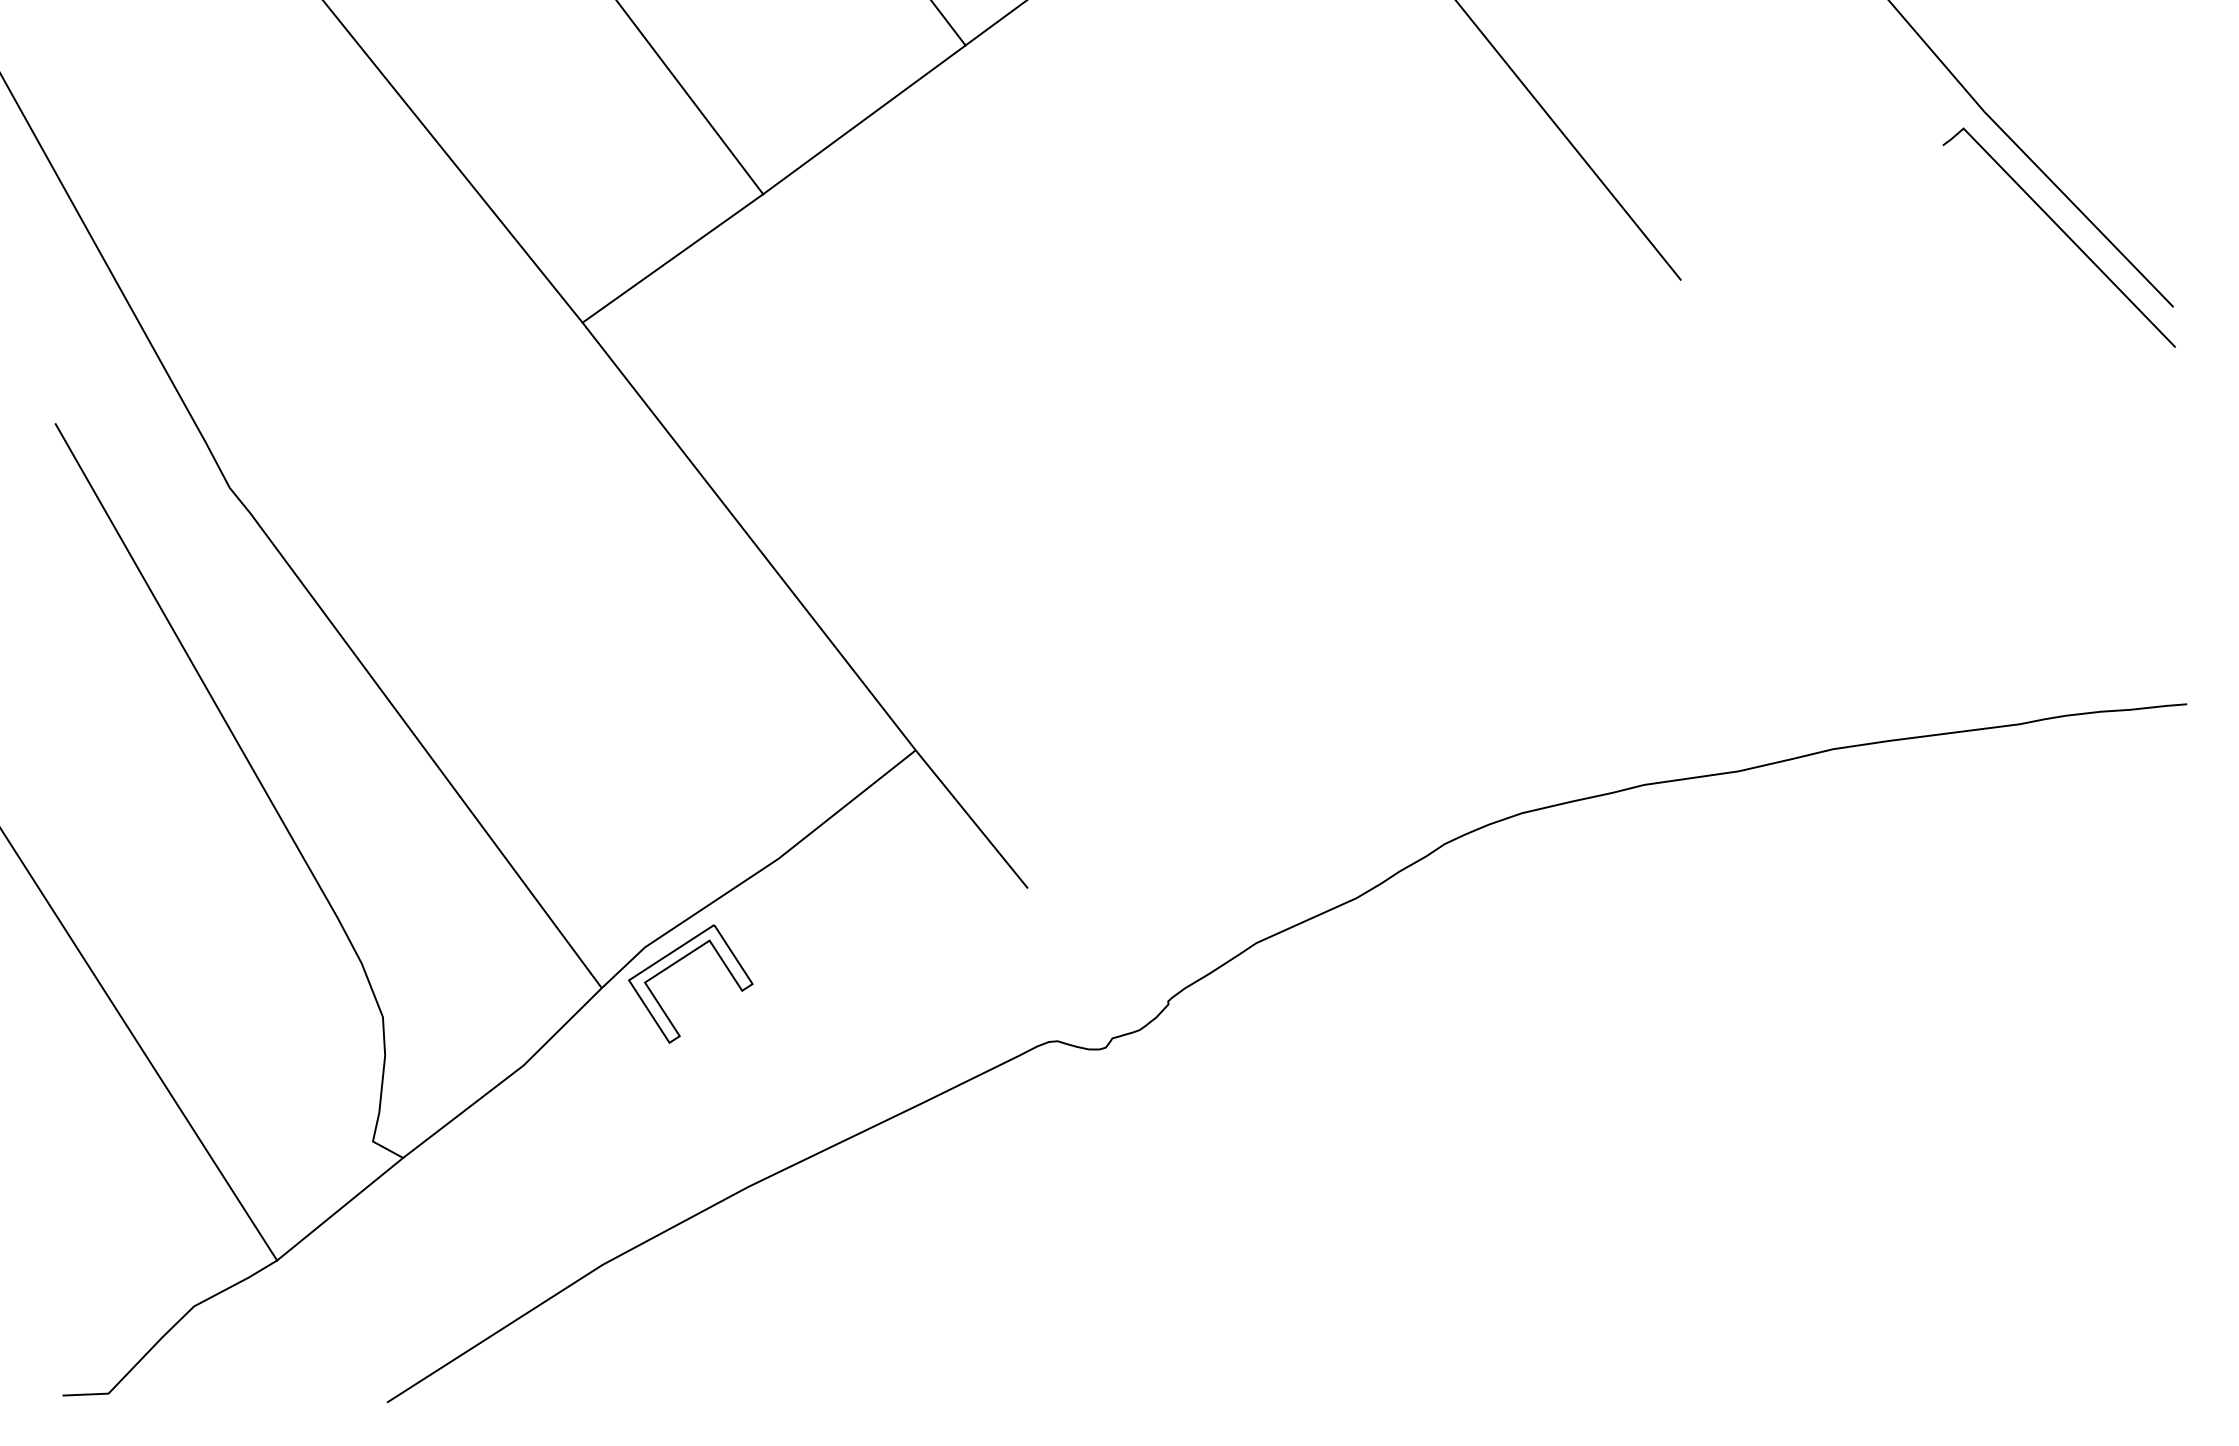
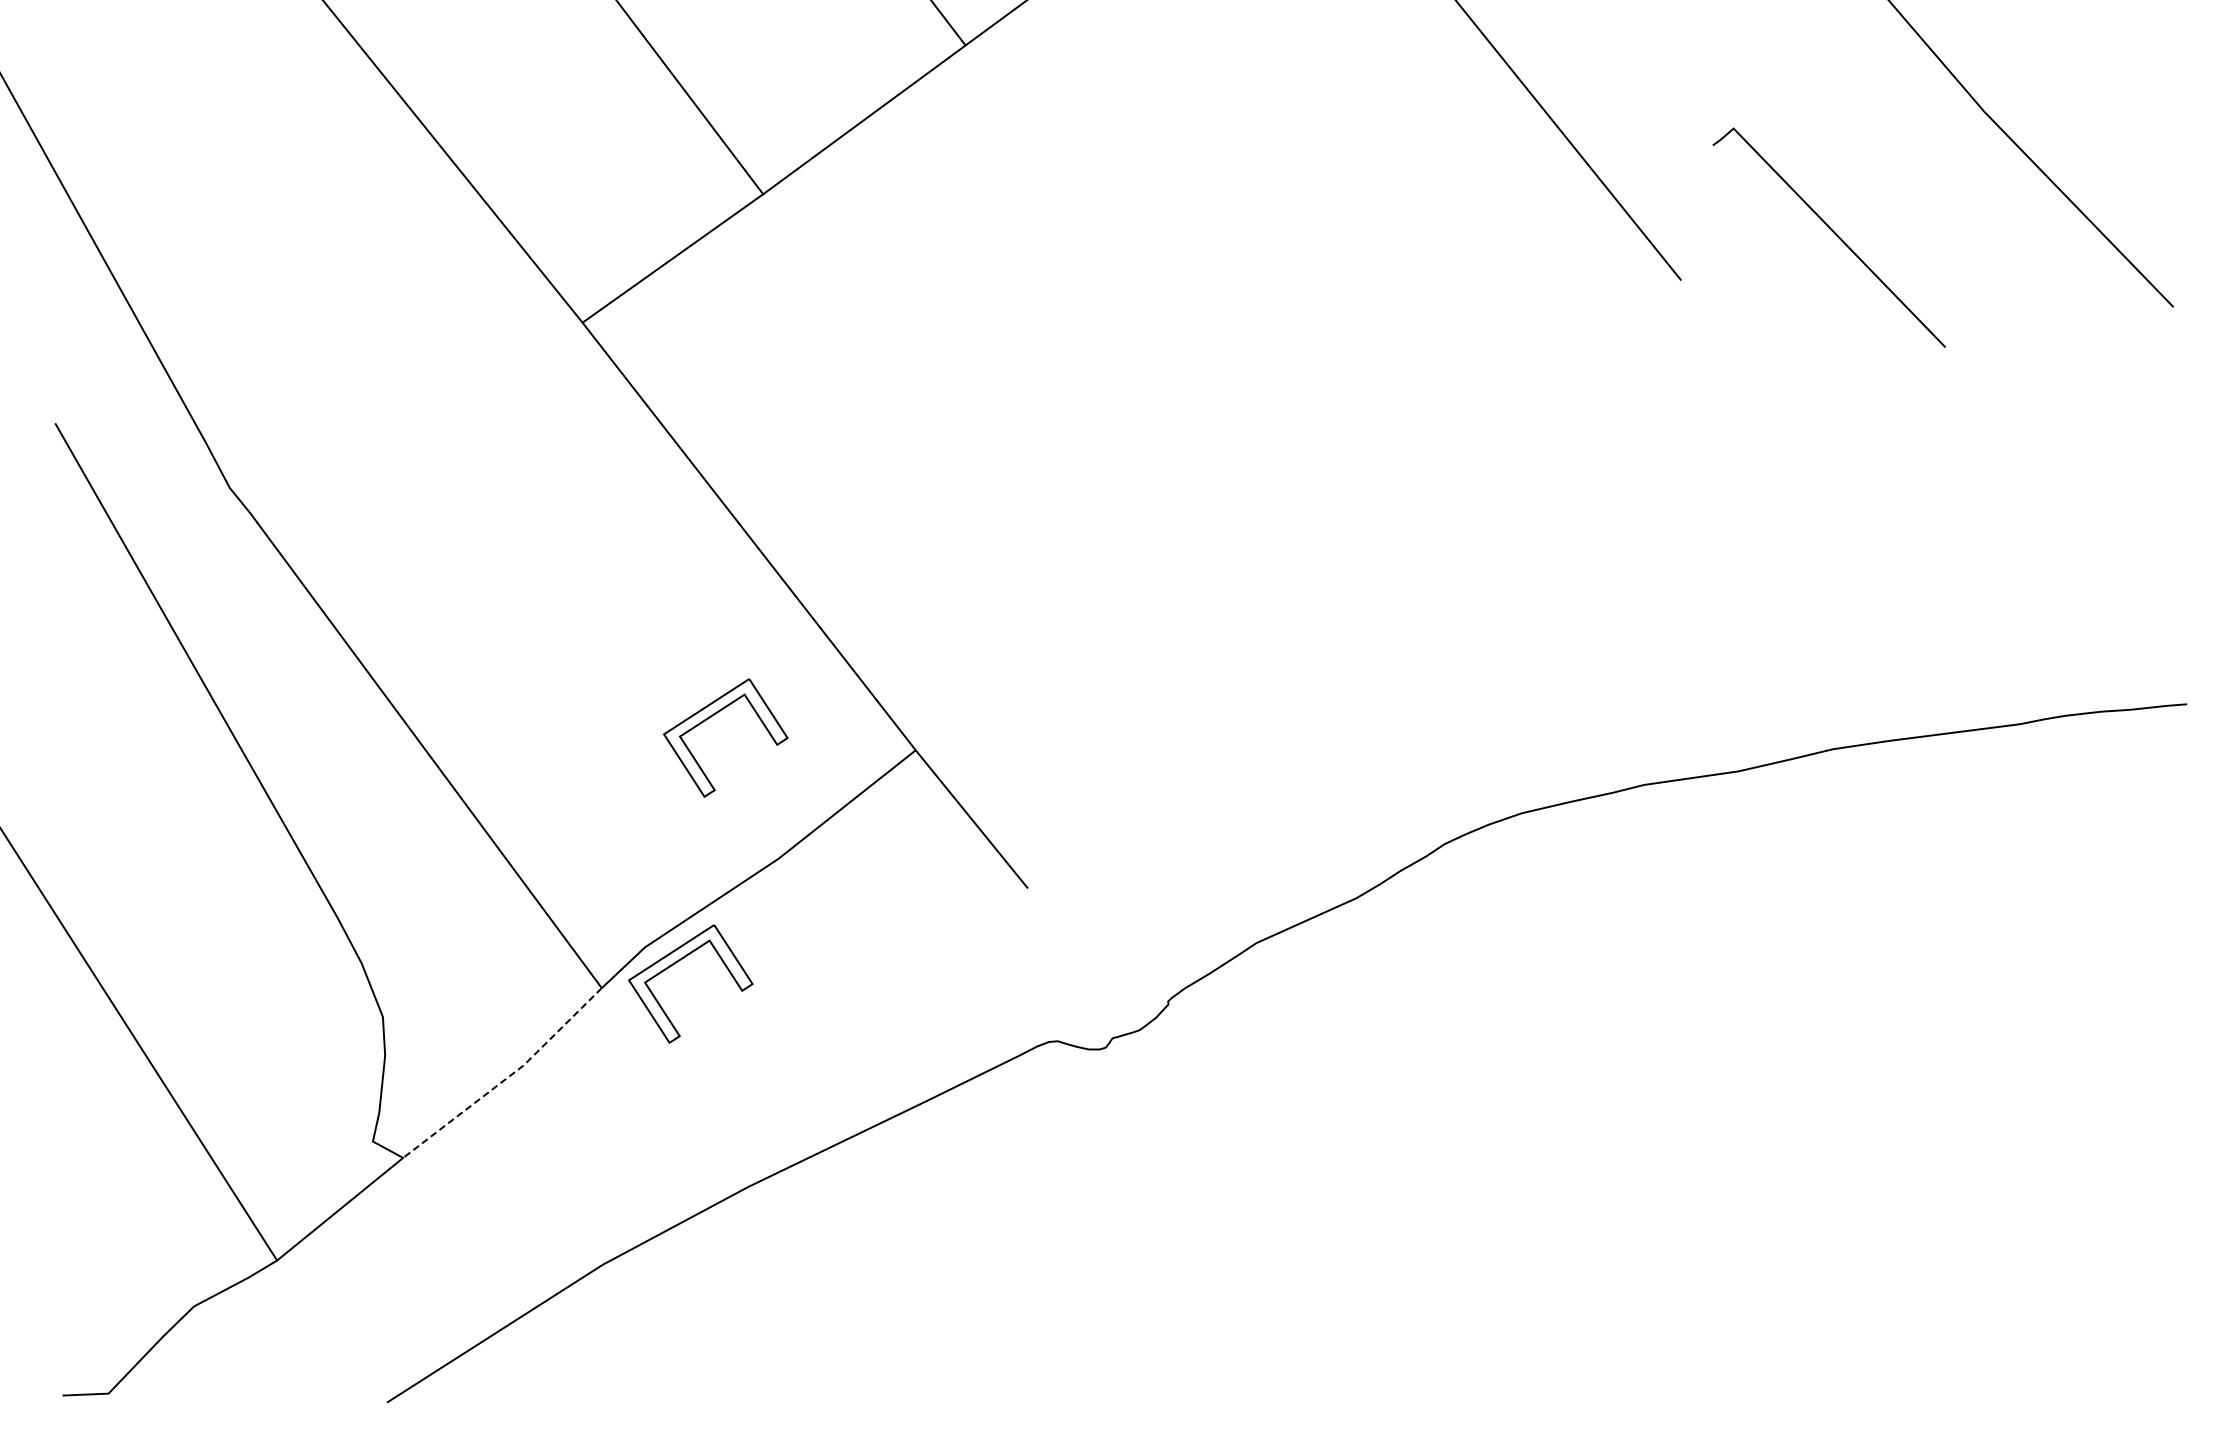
curve at (2062, 232) position: (2062, 232) -> (1832, 232)
part at (711, 717): none -> present
line at (507, 1078): solid -> dashed
